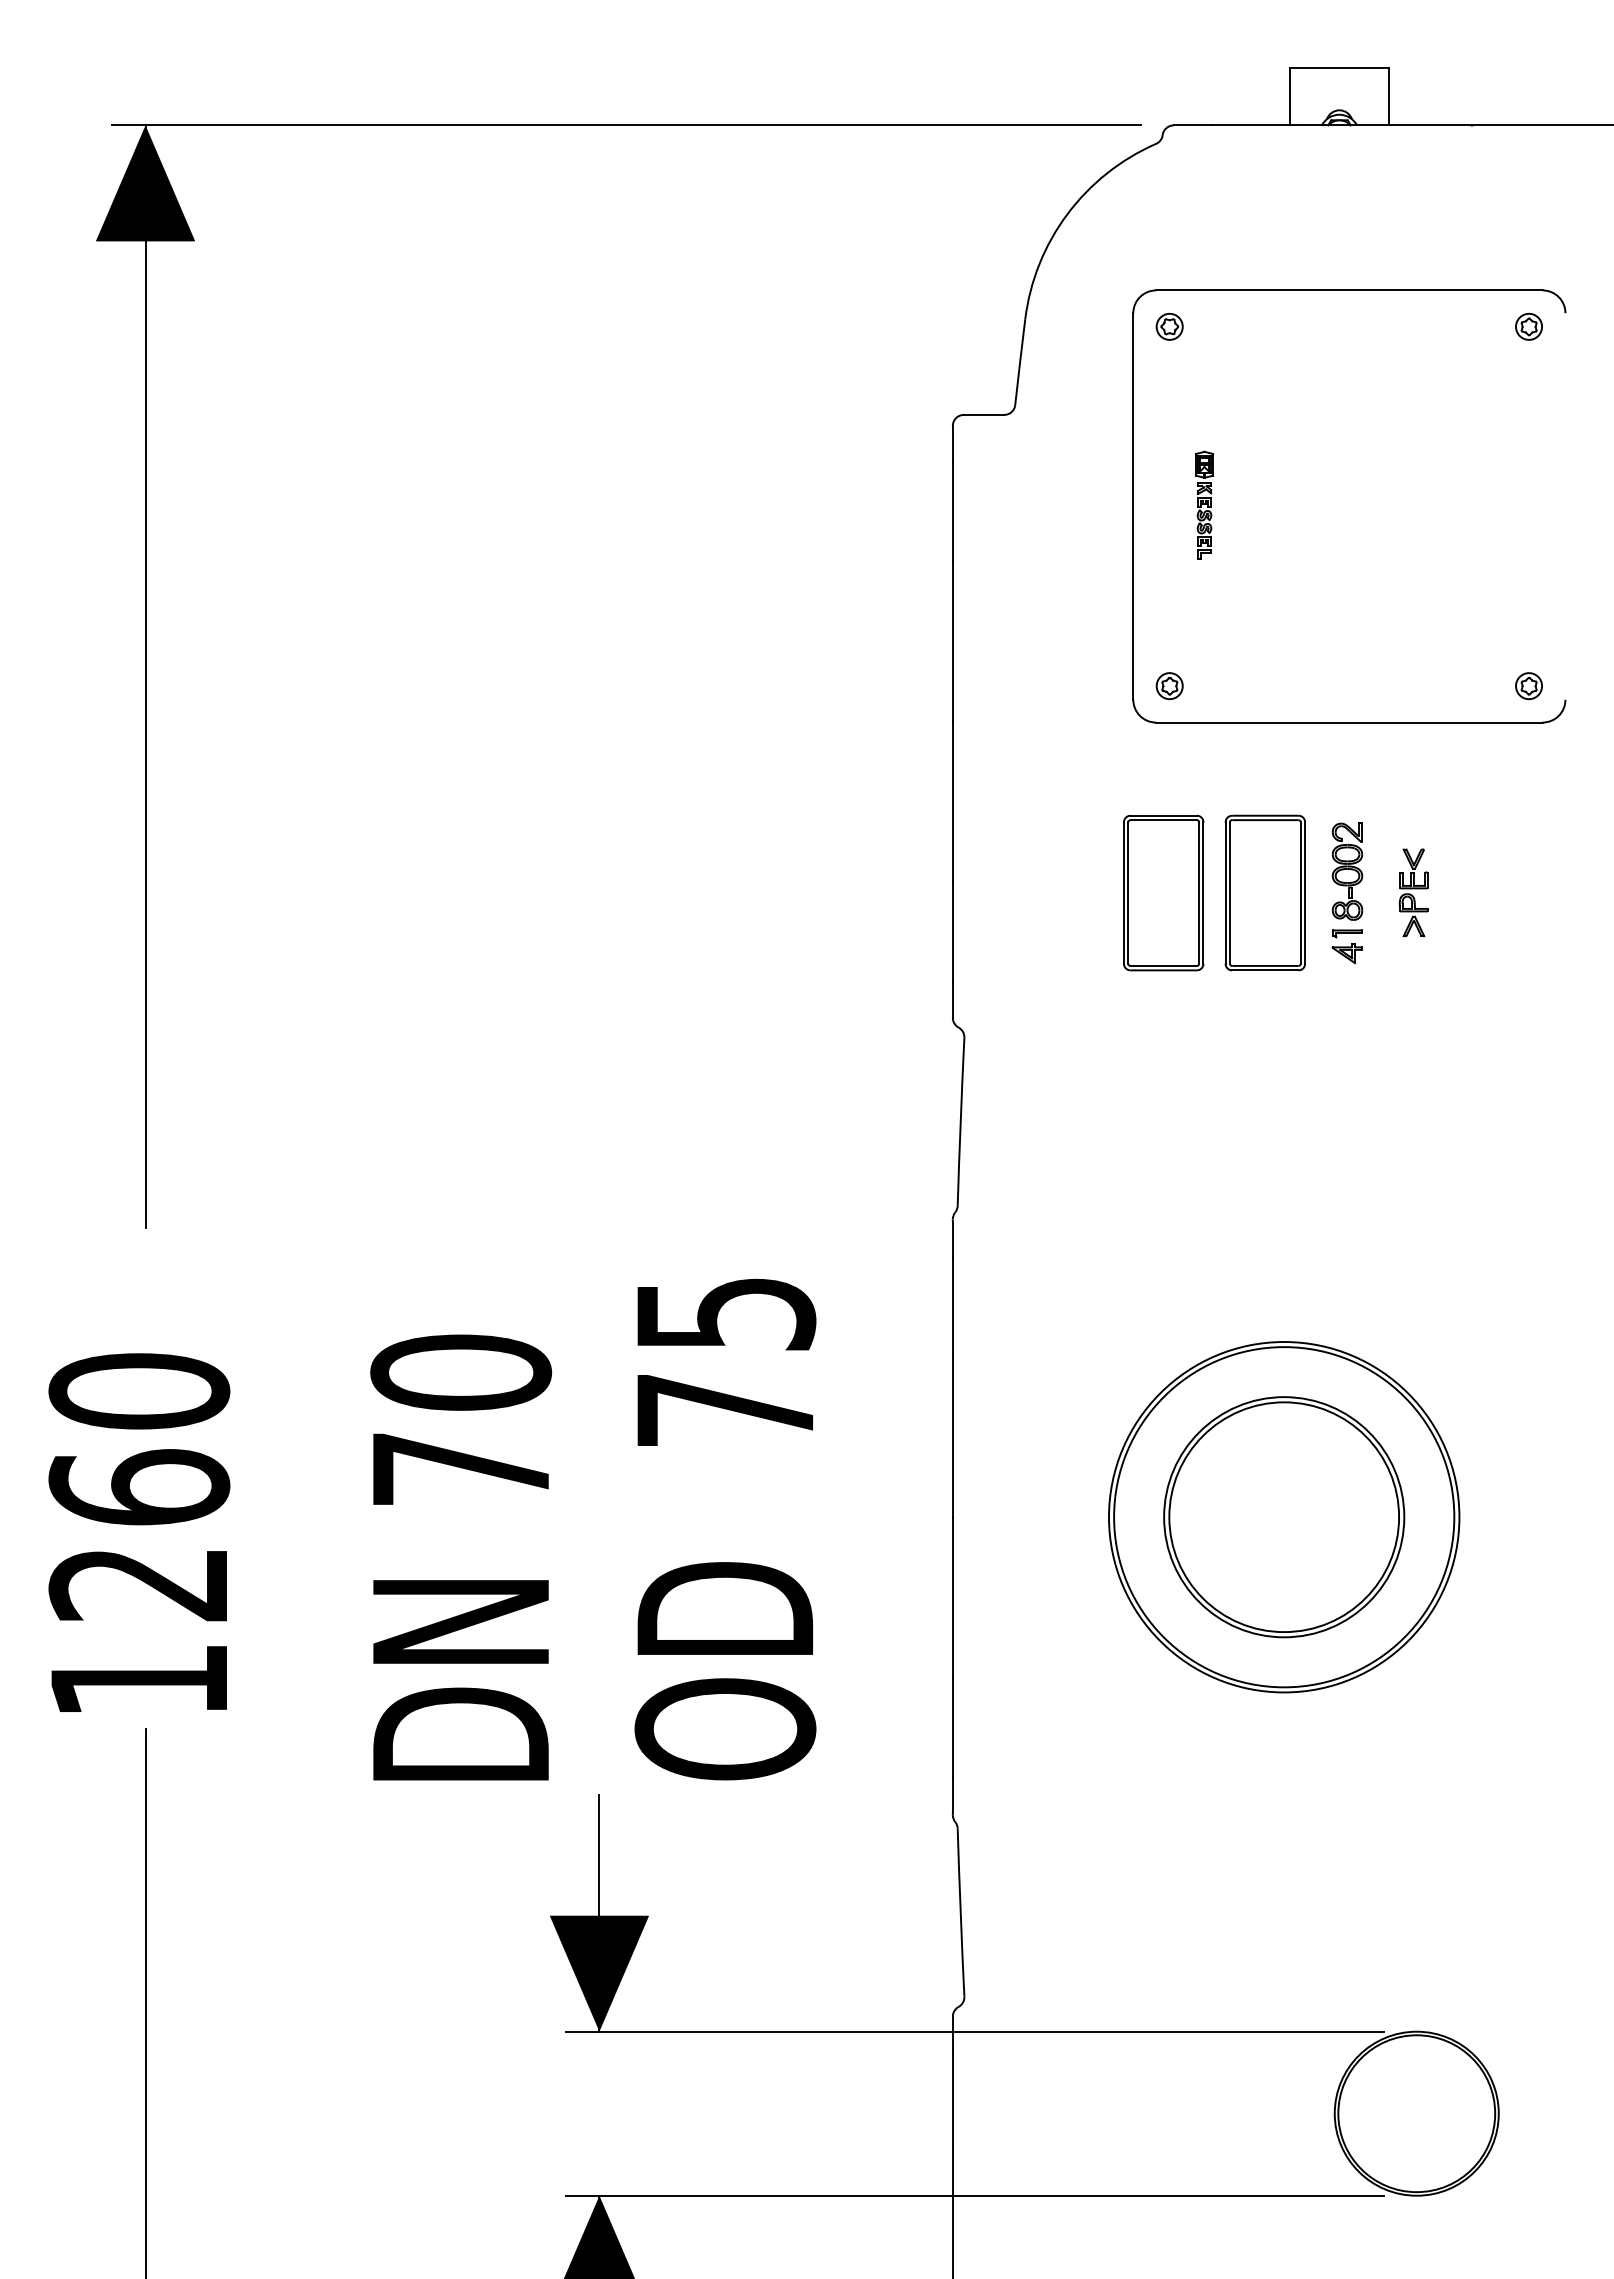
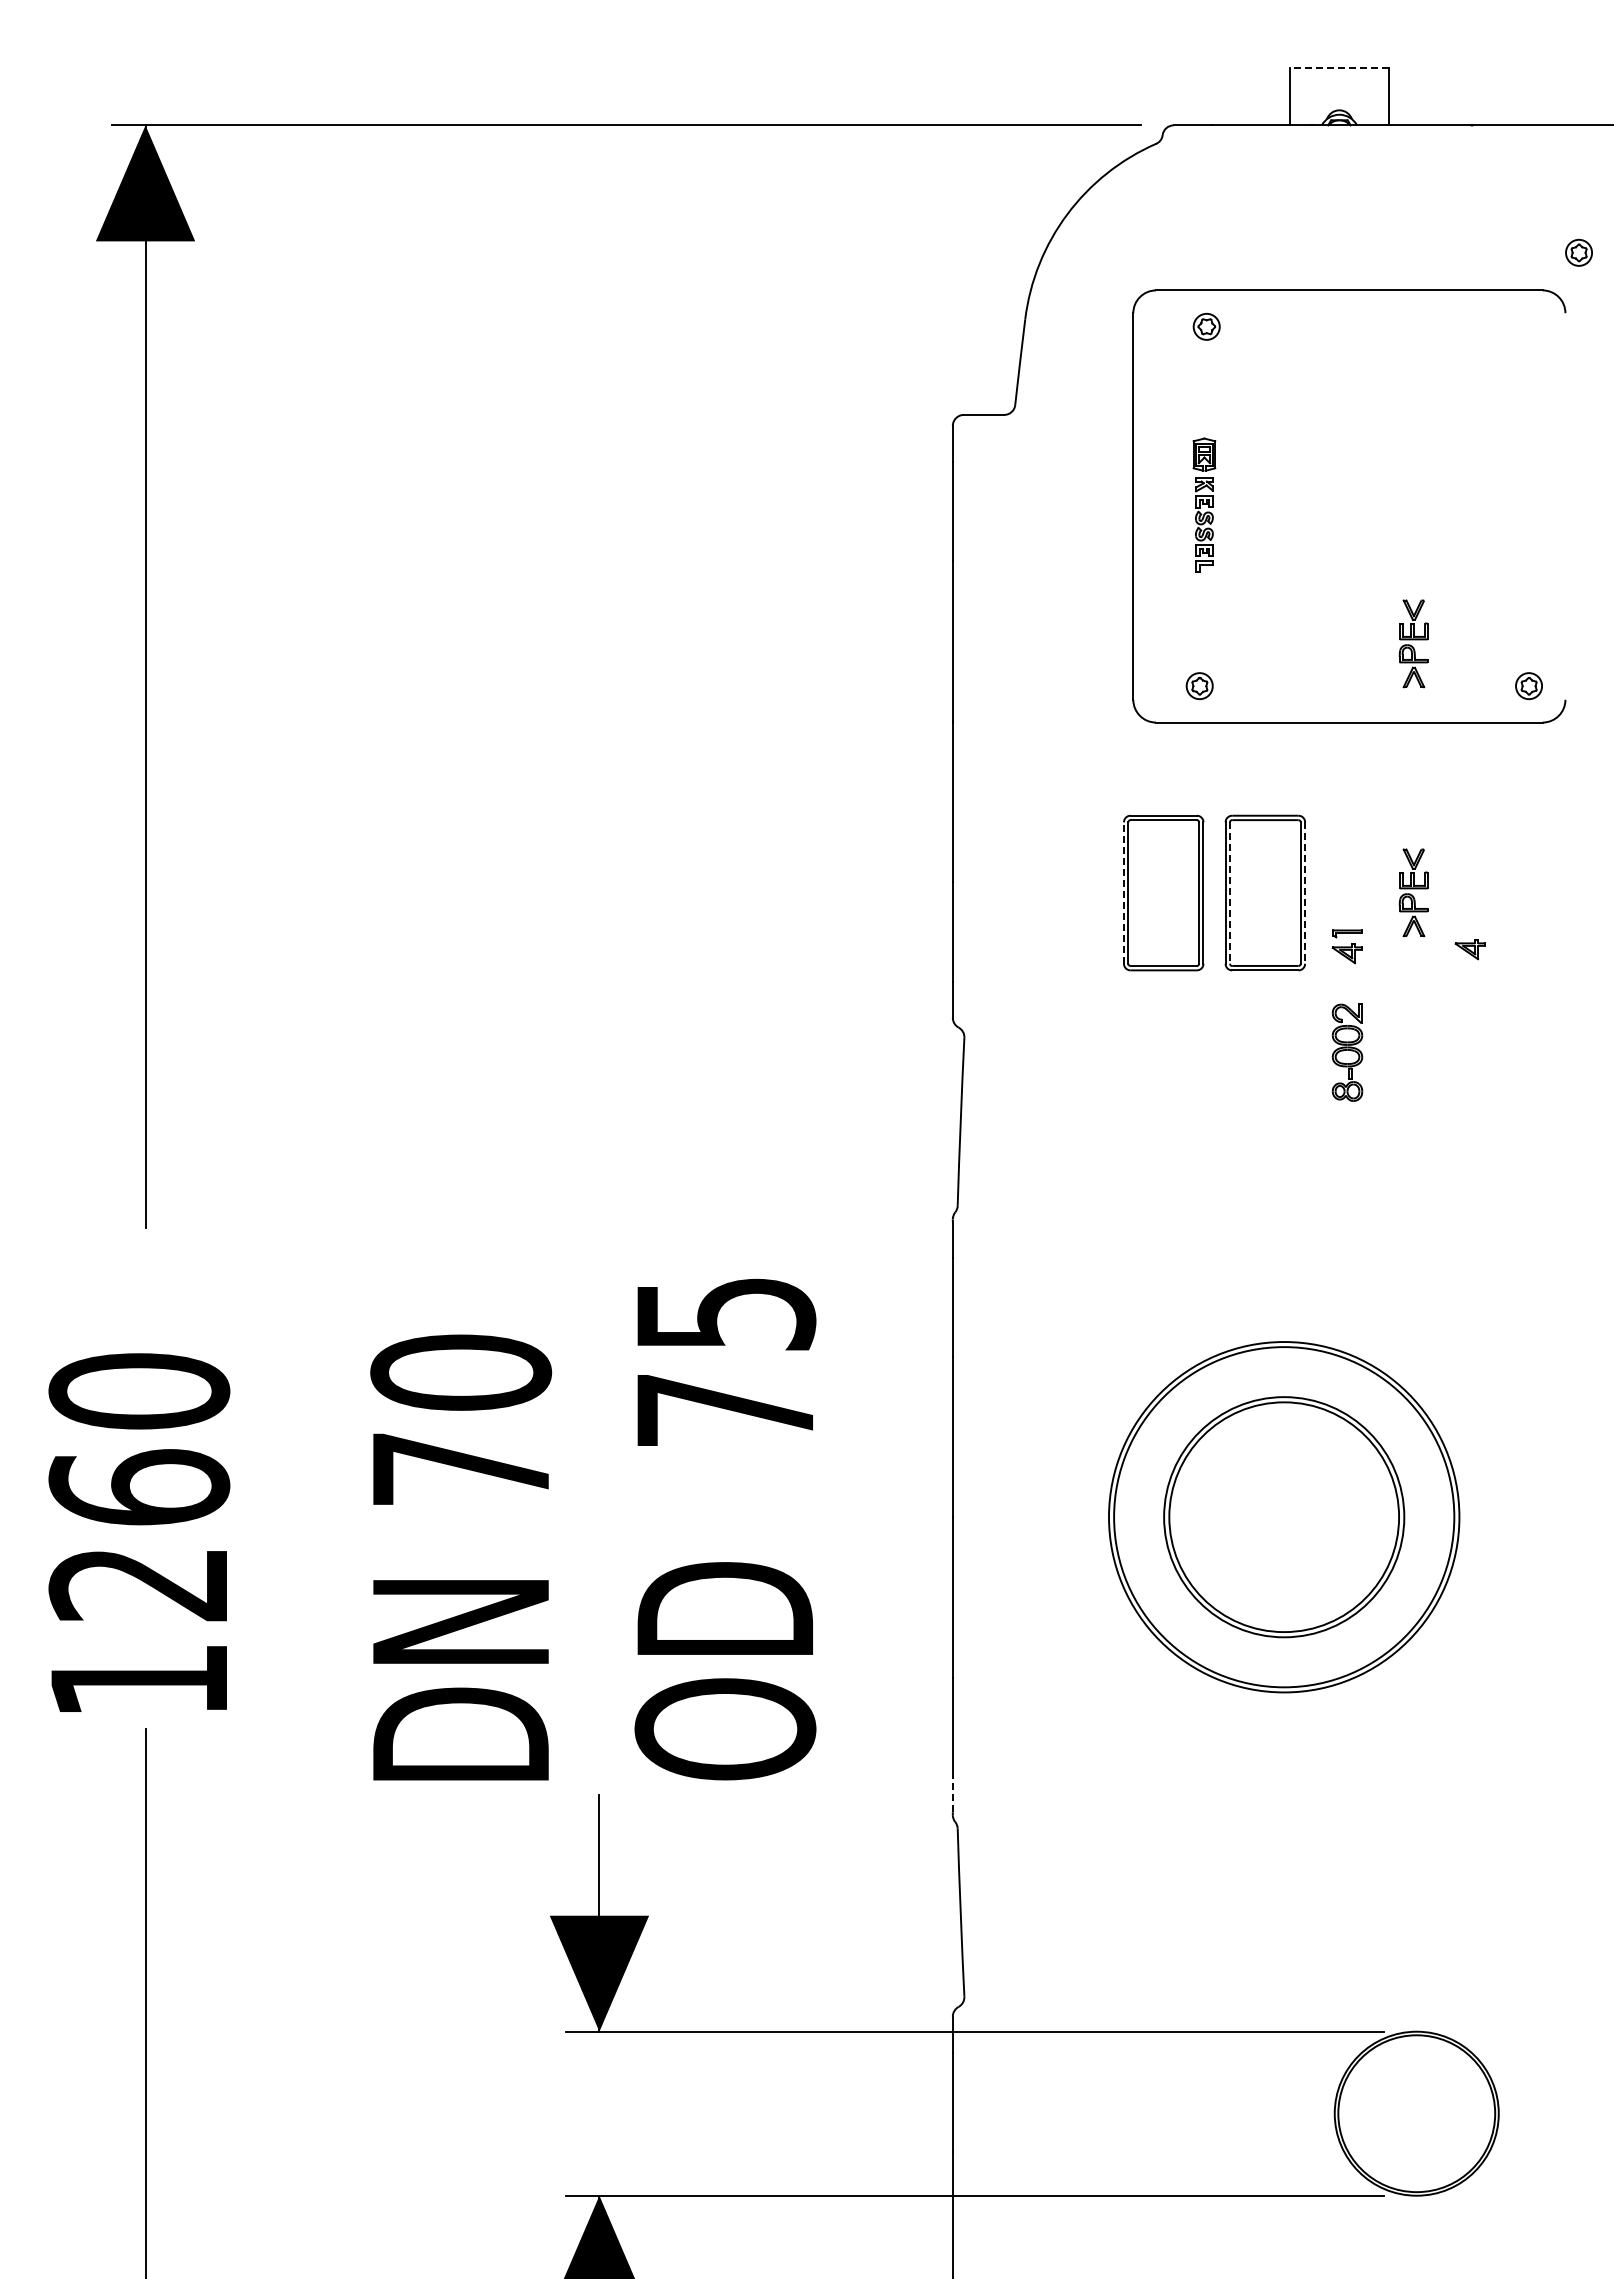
line at (1339, 68): solid -> dashed
part at (1169, 326) position: (1169, 326) -> (1206, 326)
part at (1528, 326) position: (1528, 326) -> (1578, 252)
part at (1204, 504) size: 20x110 px -> 25x136 px
part at (1413, 643): none -> present
part at (1169, 686) position: (1169, 686) -> (1199, 686)
part at (1347, 871) position: (1347, 871) -> (1347, 1052)
line at (1123, 893): solid -> dashed
line at (1230, 893): solid -> dashed
line at (1305, 893): solid -> dashed
part at (1469, 949): none -> present
line at (952, 1794): solid -> dashed
